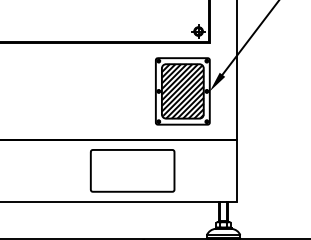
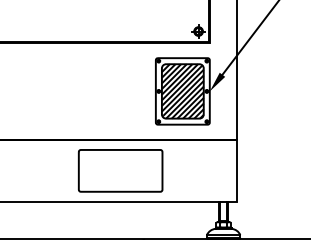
part at (132, 170) position: (132, 170) -> (120, 170)
